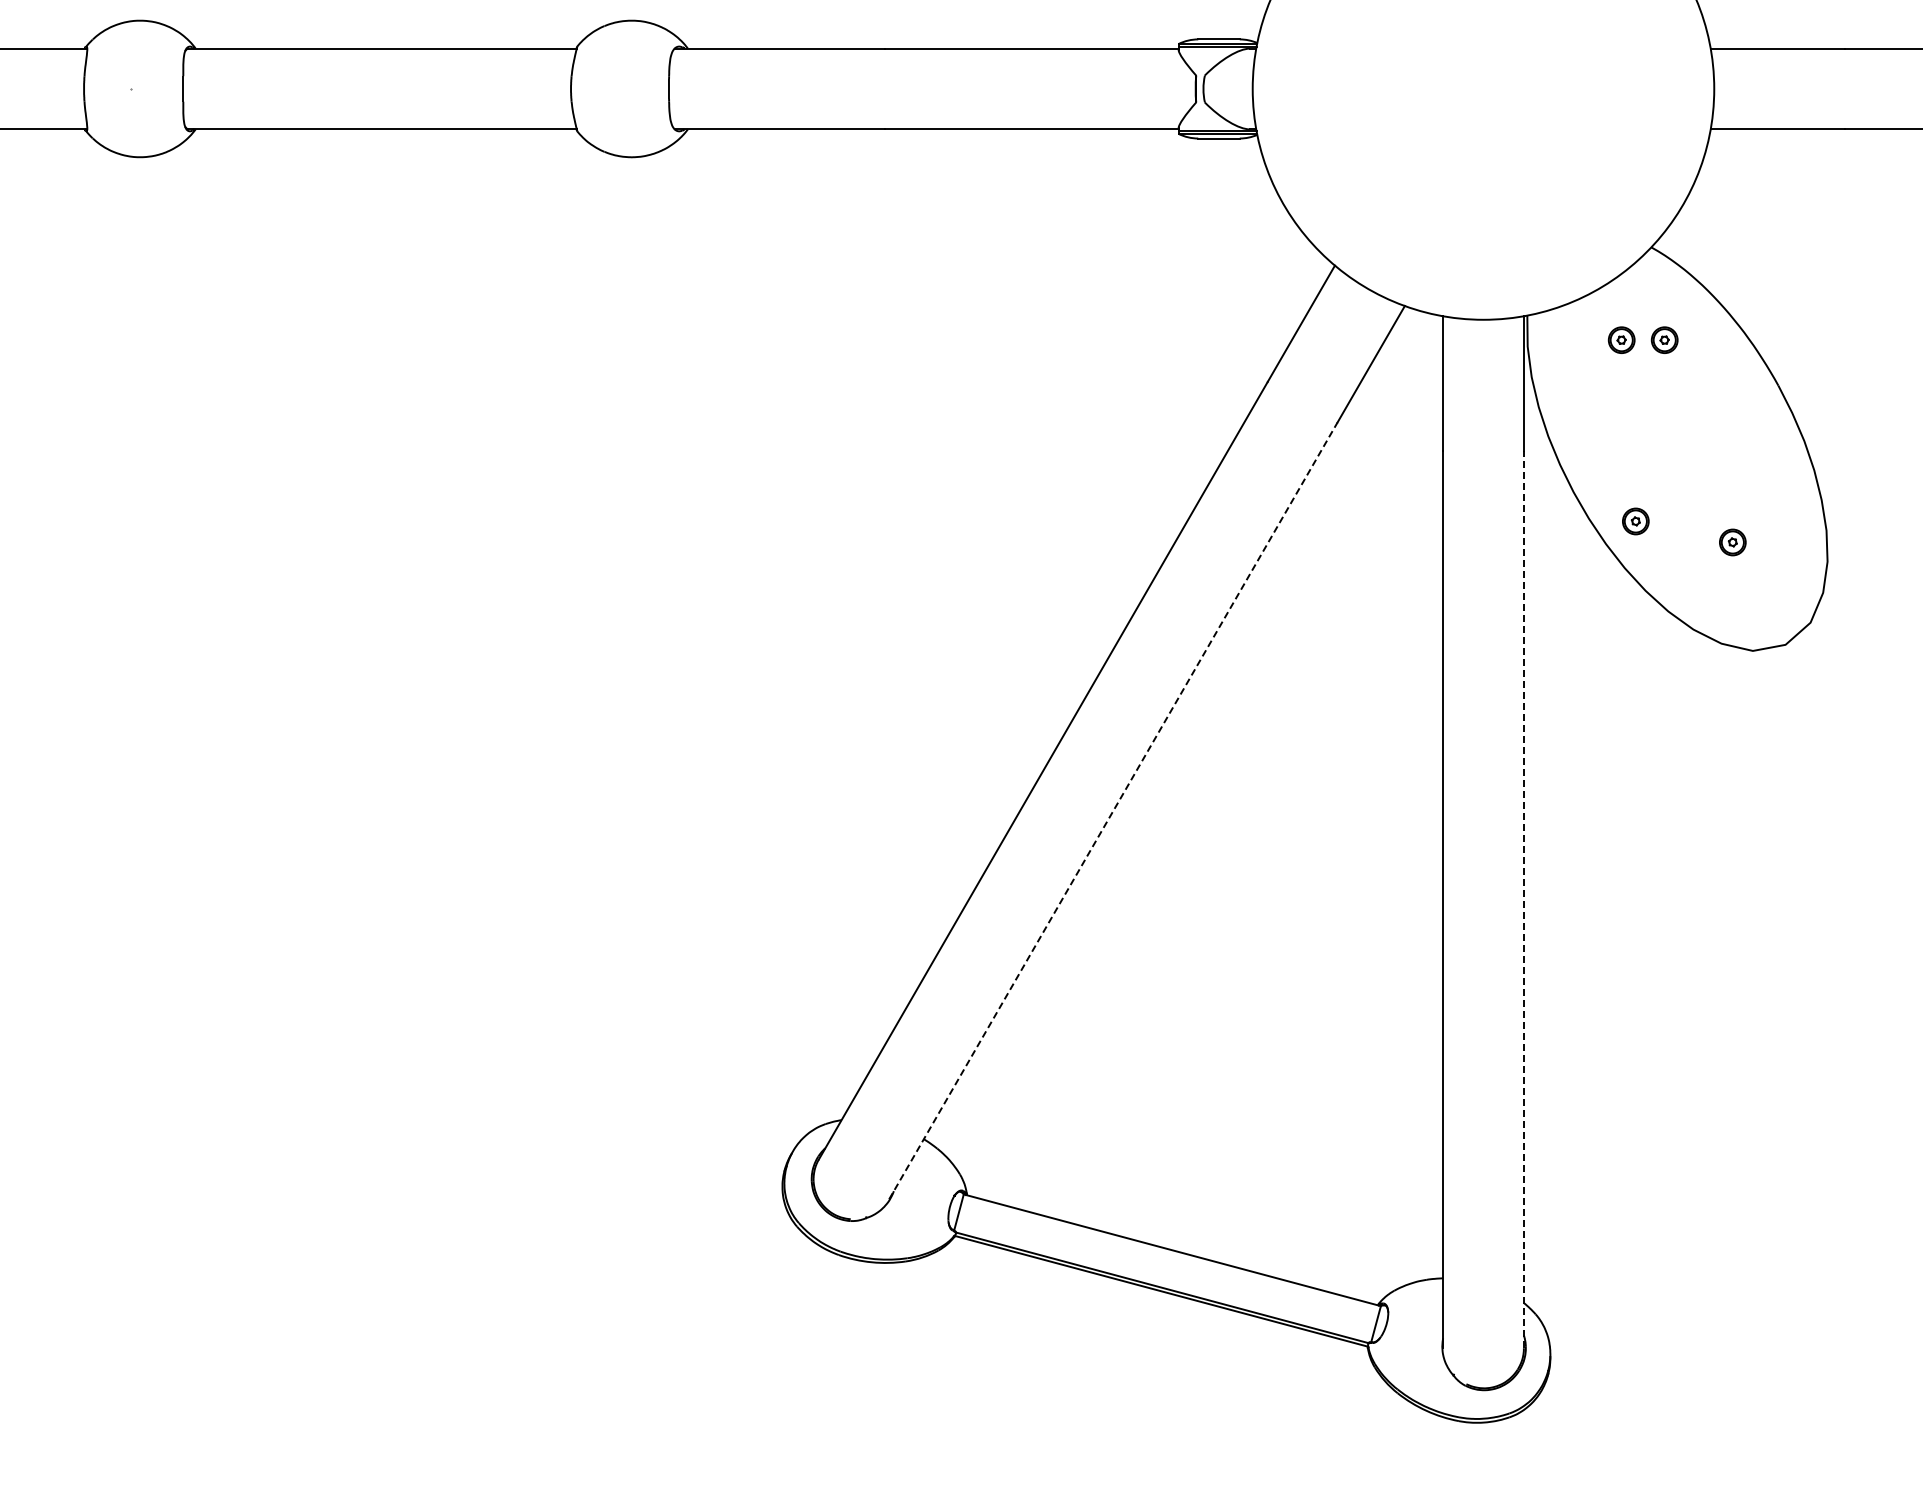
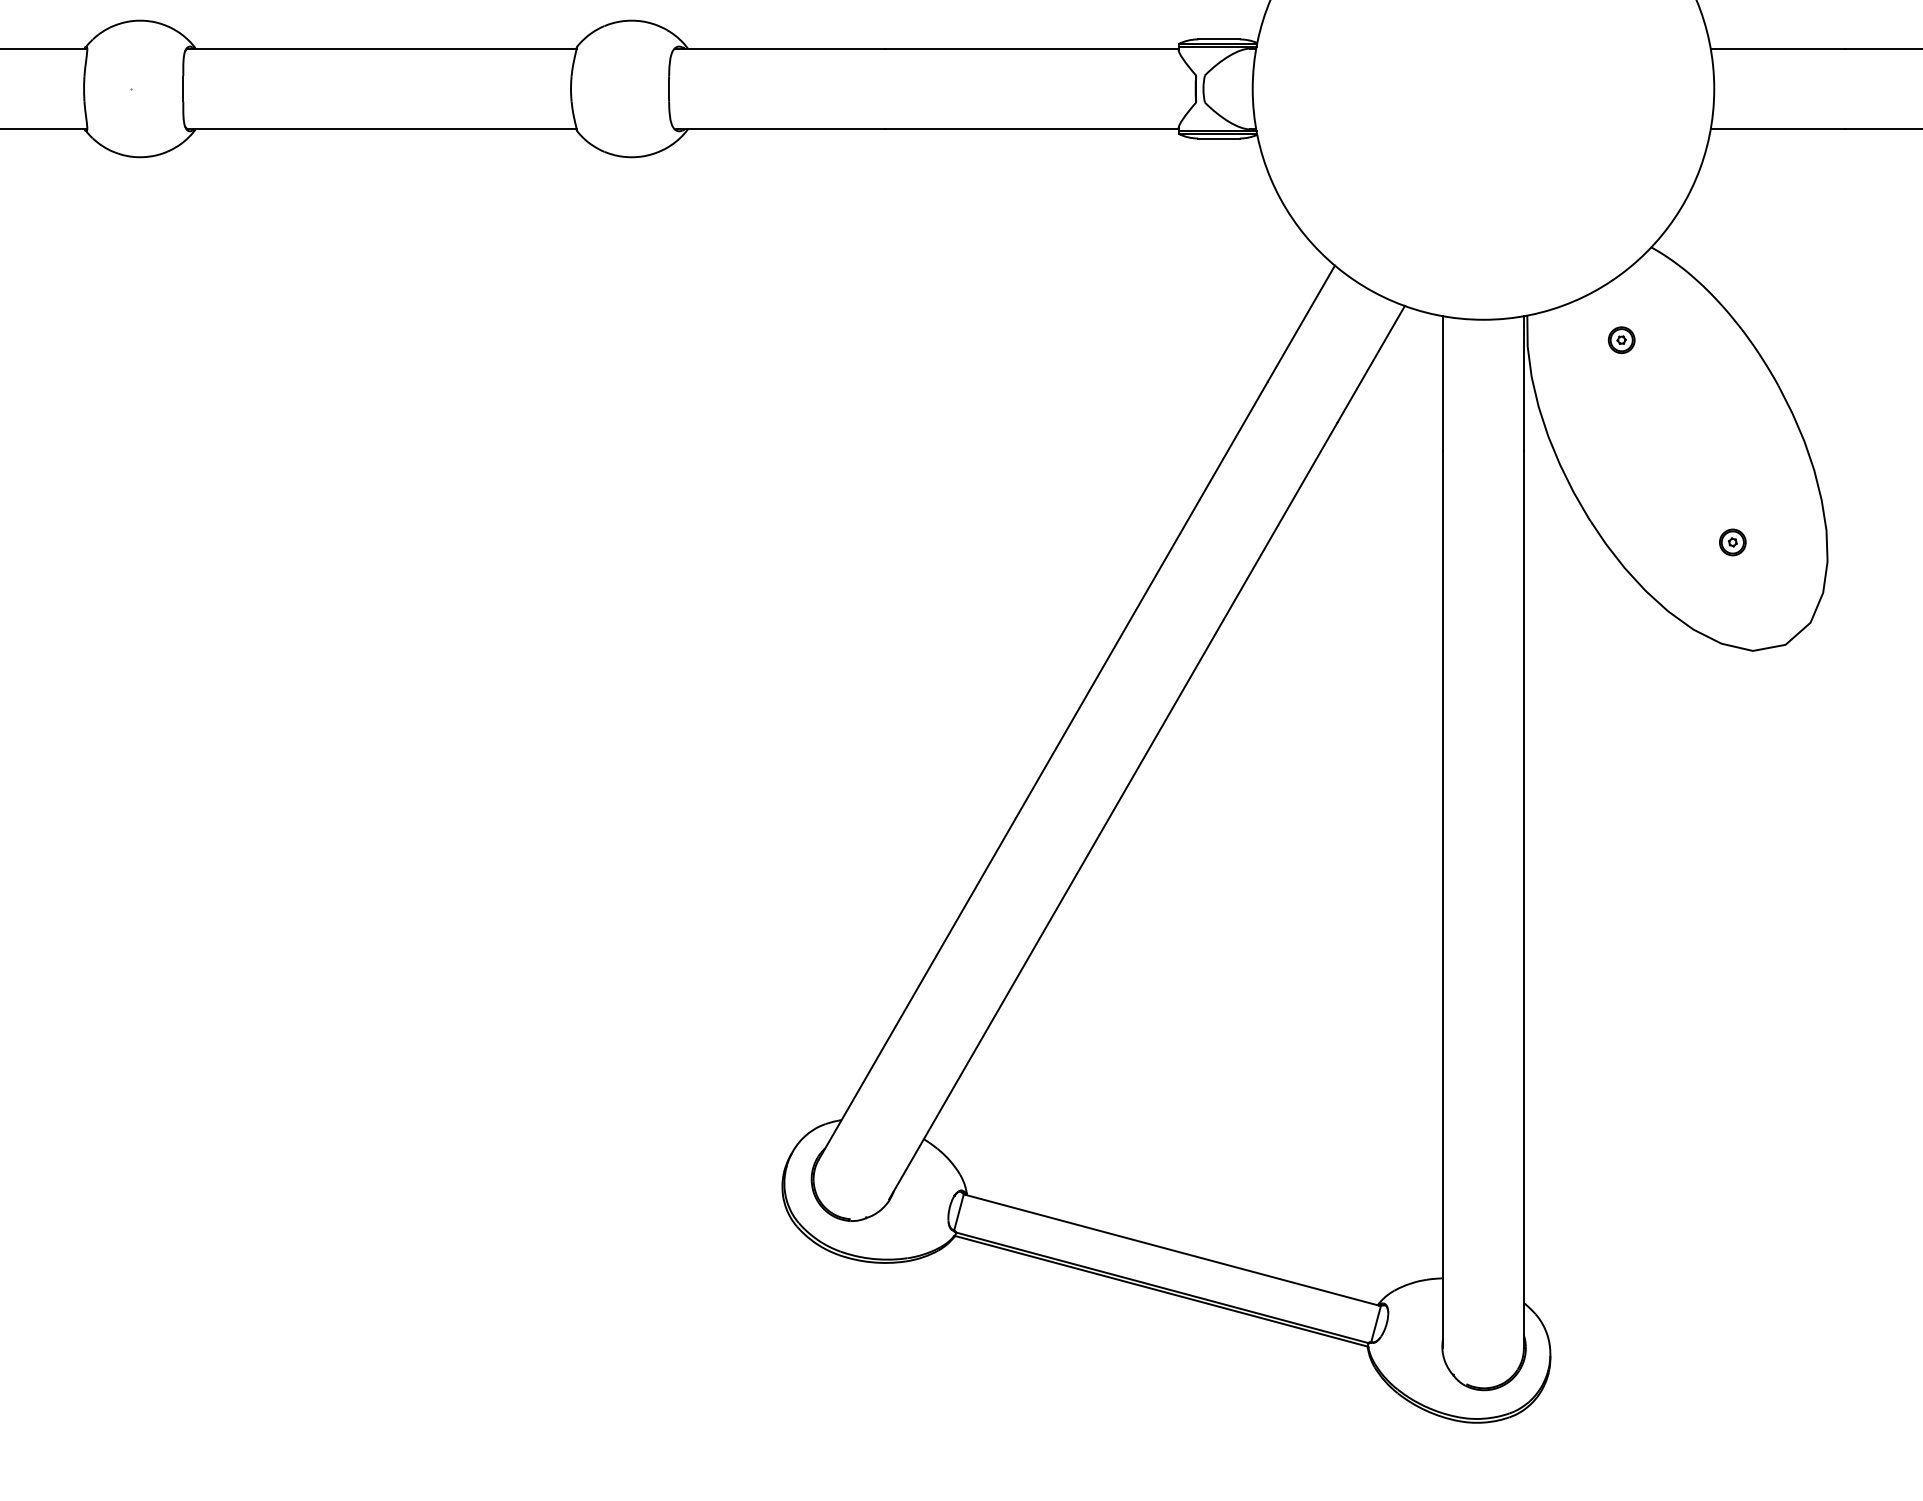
part at (1664, 339): present -> none
part at (1635, 521): present -> none
line at (1113, 810): dashed -> solid
line at (1523, 899): dashed -> solid
